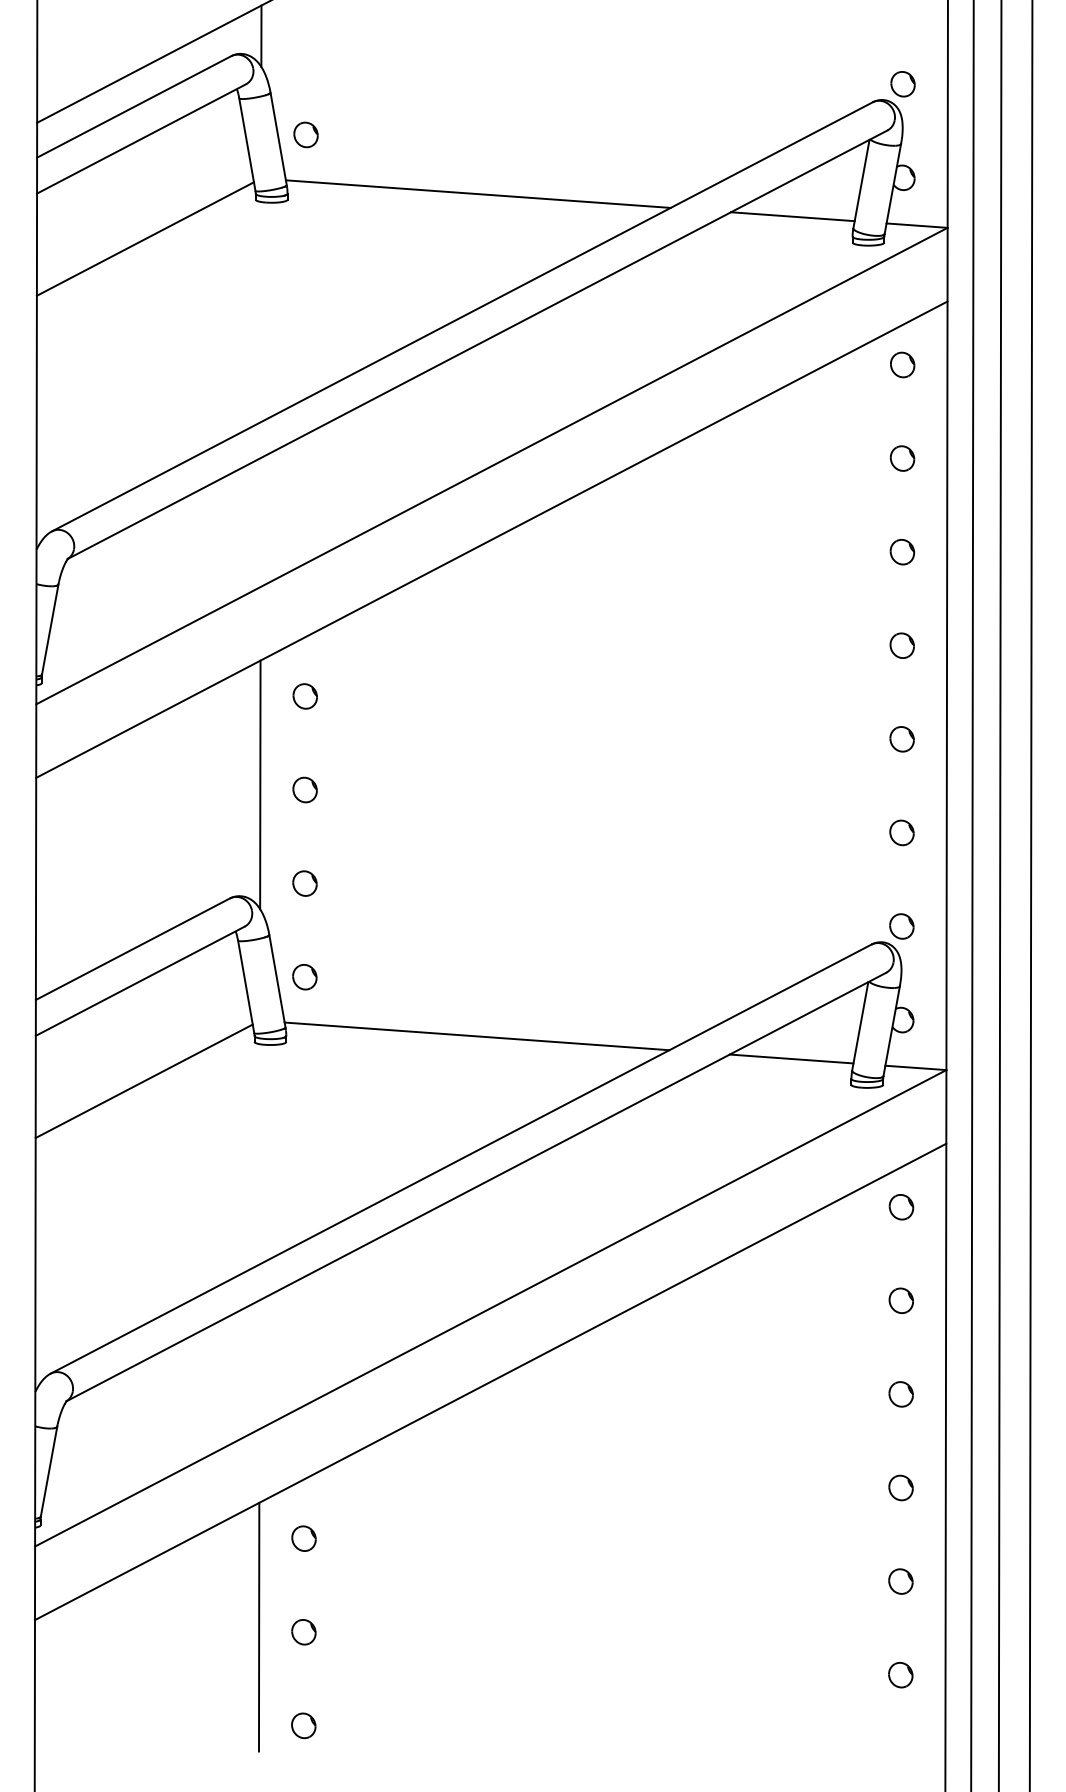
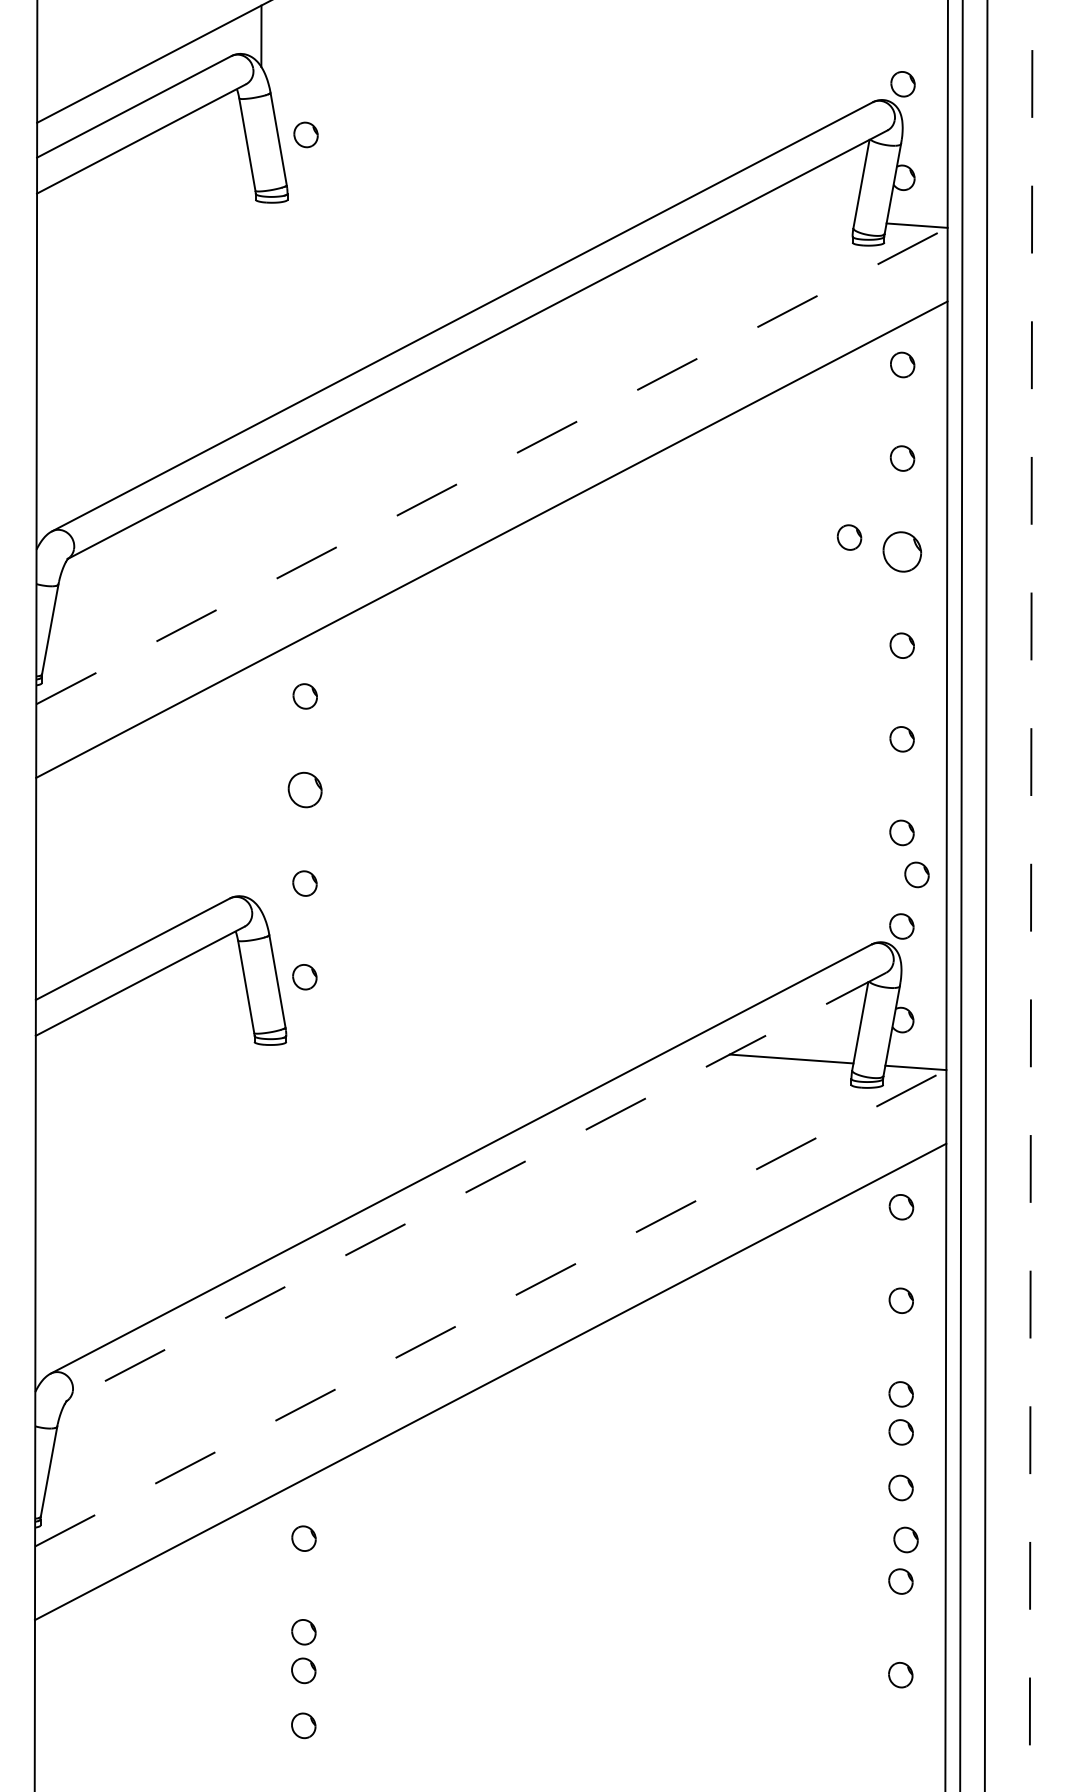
line at (477, 193): present -> none
line at (792, 216): present -> none
line at (144, 238): present -> none
line at (492, 465): solid -> dashed
part at (849, 537): none -> present
part at (902, 552) size: 27x27 px -> 41x42 px
line at (260, 784): present -> none
part at (304, 789) size: 26x28 px -> 36x38 px
part at (916, 874): none -> present
line at (972, 895) position: (972, 895) -> (961, 895)
line at (999, 895) position: (999, 895) -> (985, 895)
line at (1031, 895): solid -> dashed
line at (476, 1036): present -> none
line at (143, 1081): present -> none
line at (476, 1187): solid -> dashed
line at (491, 1308): solid -> dashed
part at (900, 1432): none -> present
part at (905, 1539): none -> present
line at (258, 1626): present -> none
part at (303, 1670): none -> present
